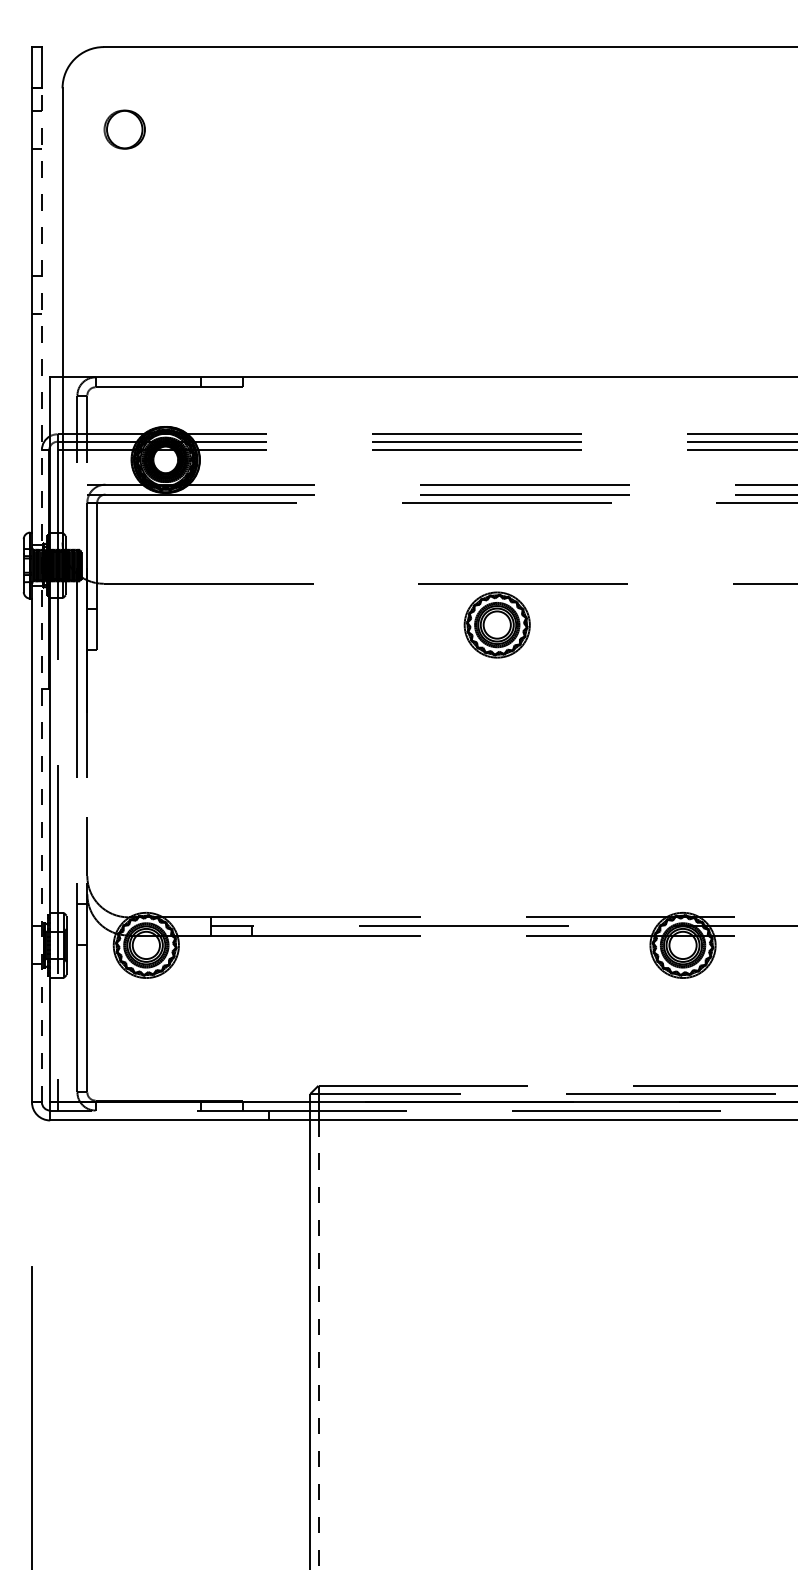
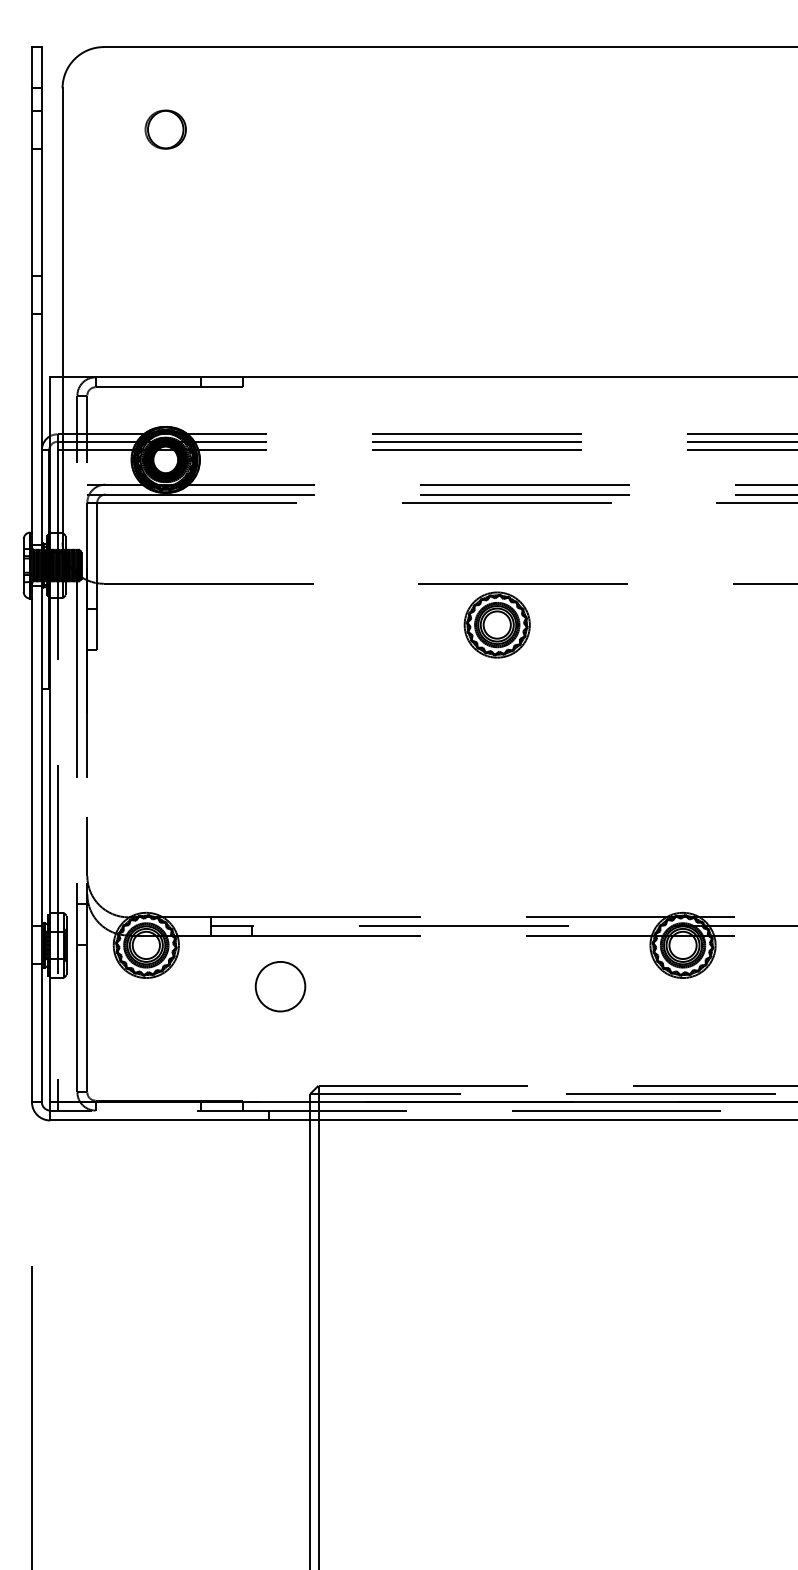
part at (124, 129) position: (124, 129) -> (165, 129)
line at (41, 595): dashed -> solid
circle at (280, 986): none -> present
line at (318, 1345): dashed -> solid
